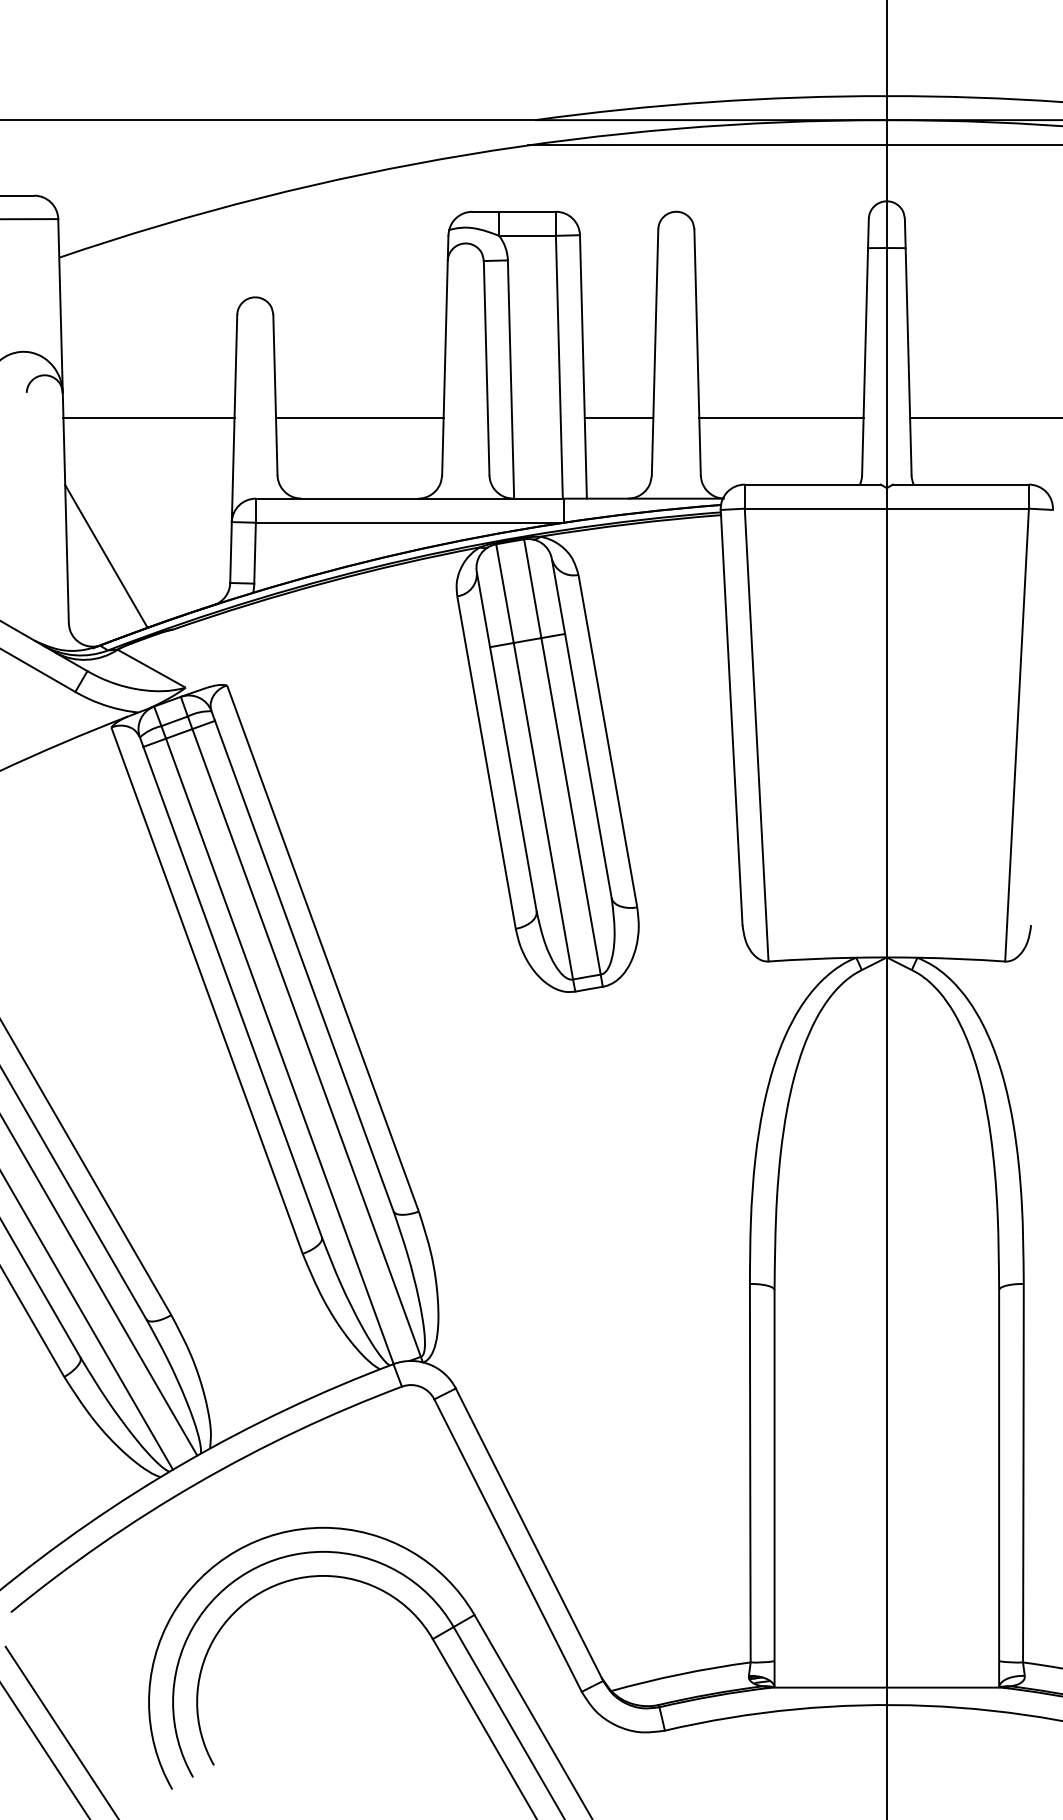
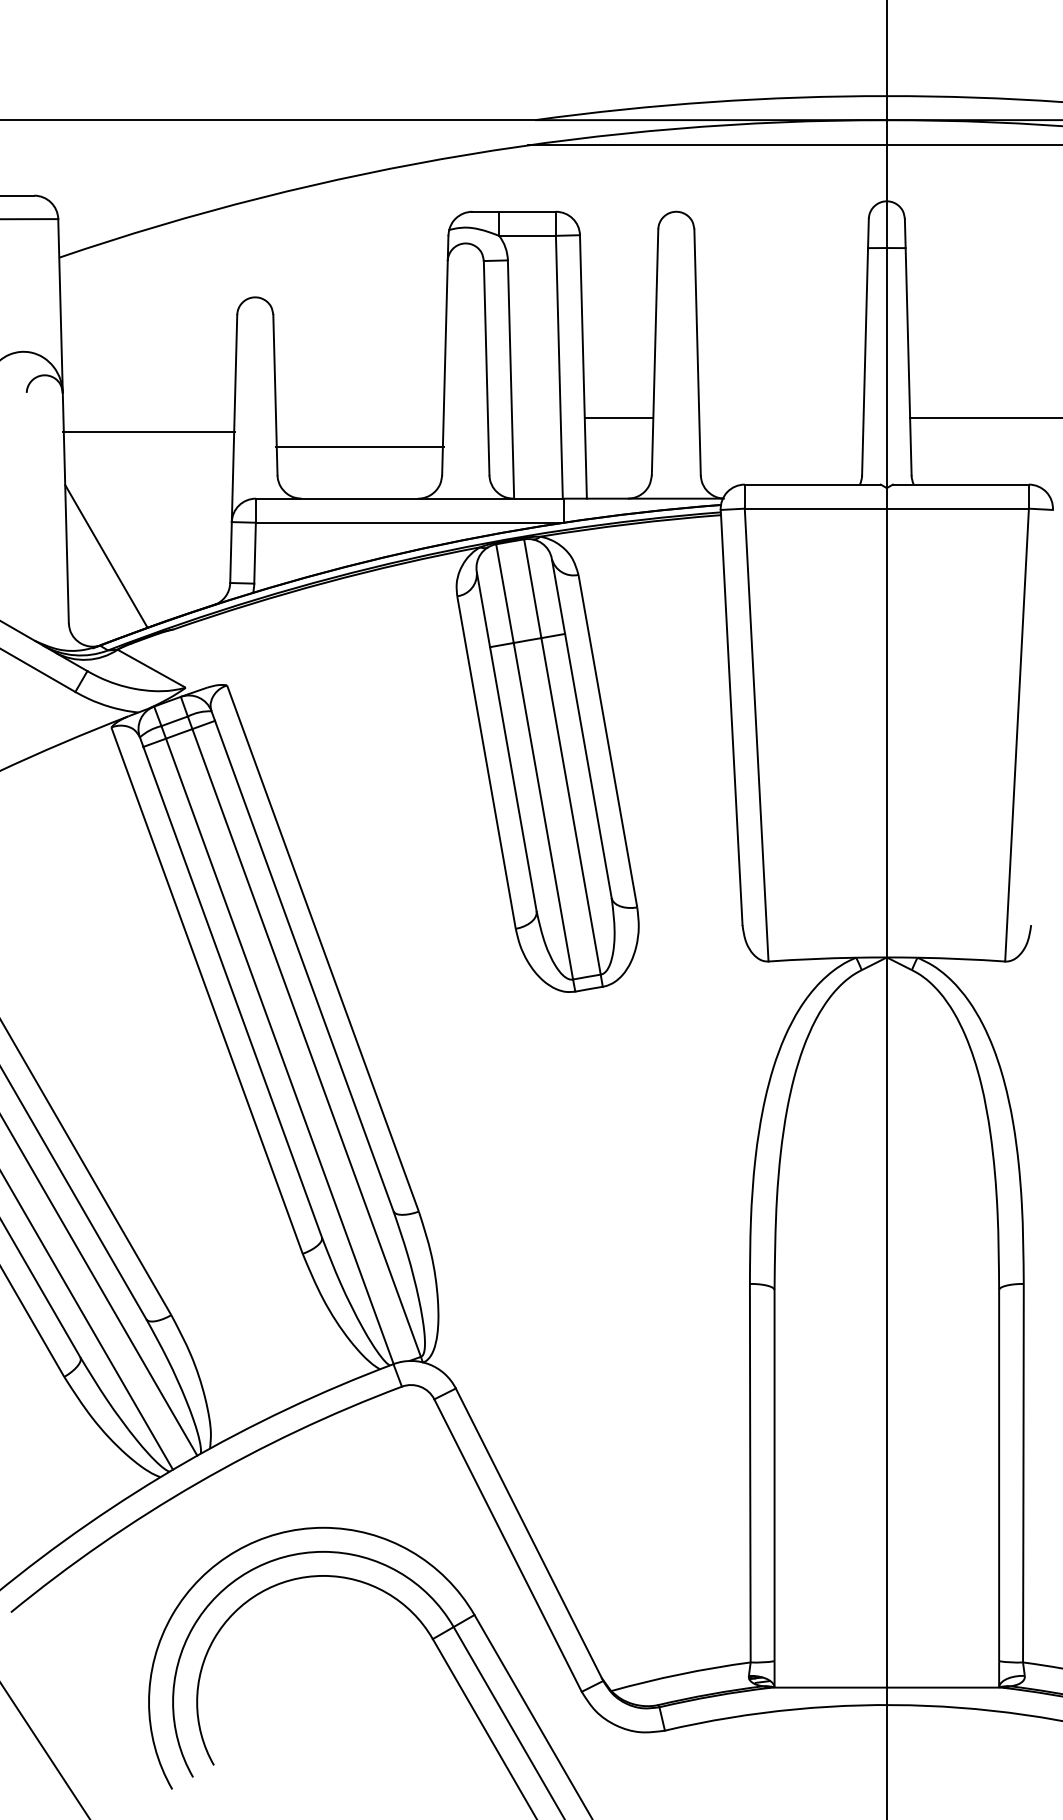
line at (148, 417) position: (148, 417) -> (148, 431)
line at (359, 417) position: (359, 417) -> (359, 446)
line at (781, 417): present -> none
line at (61, 1731): present -> none
